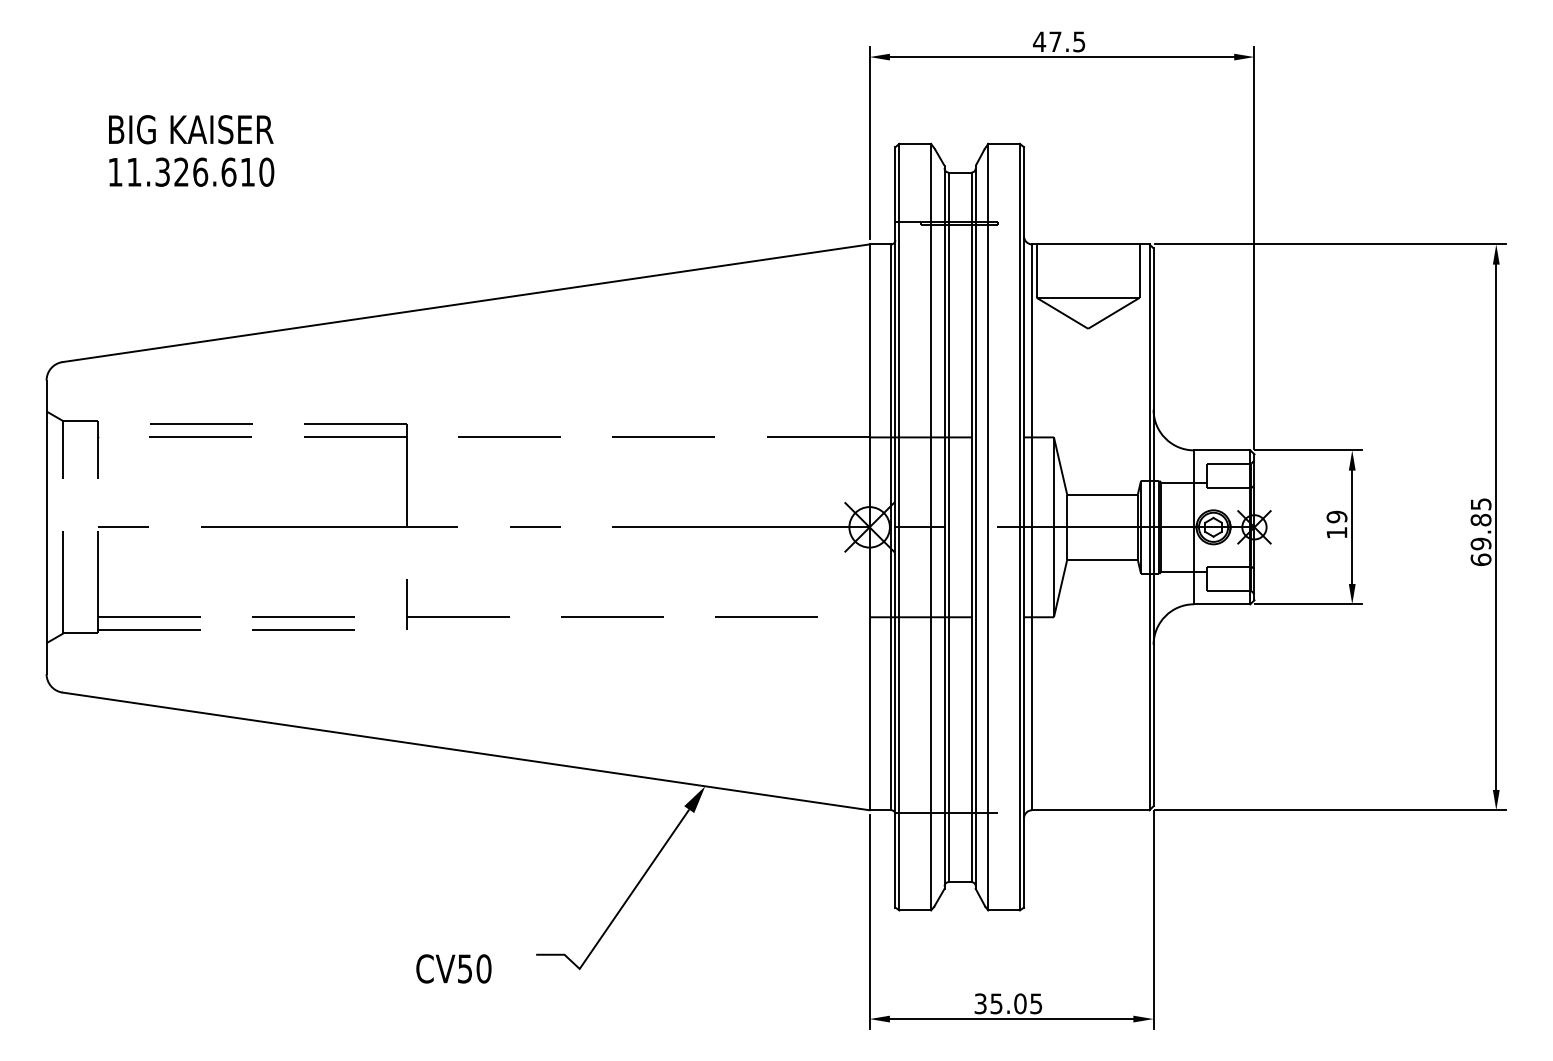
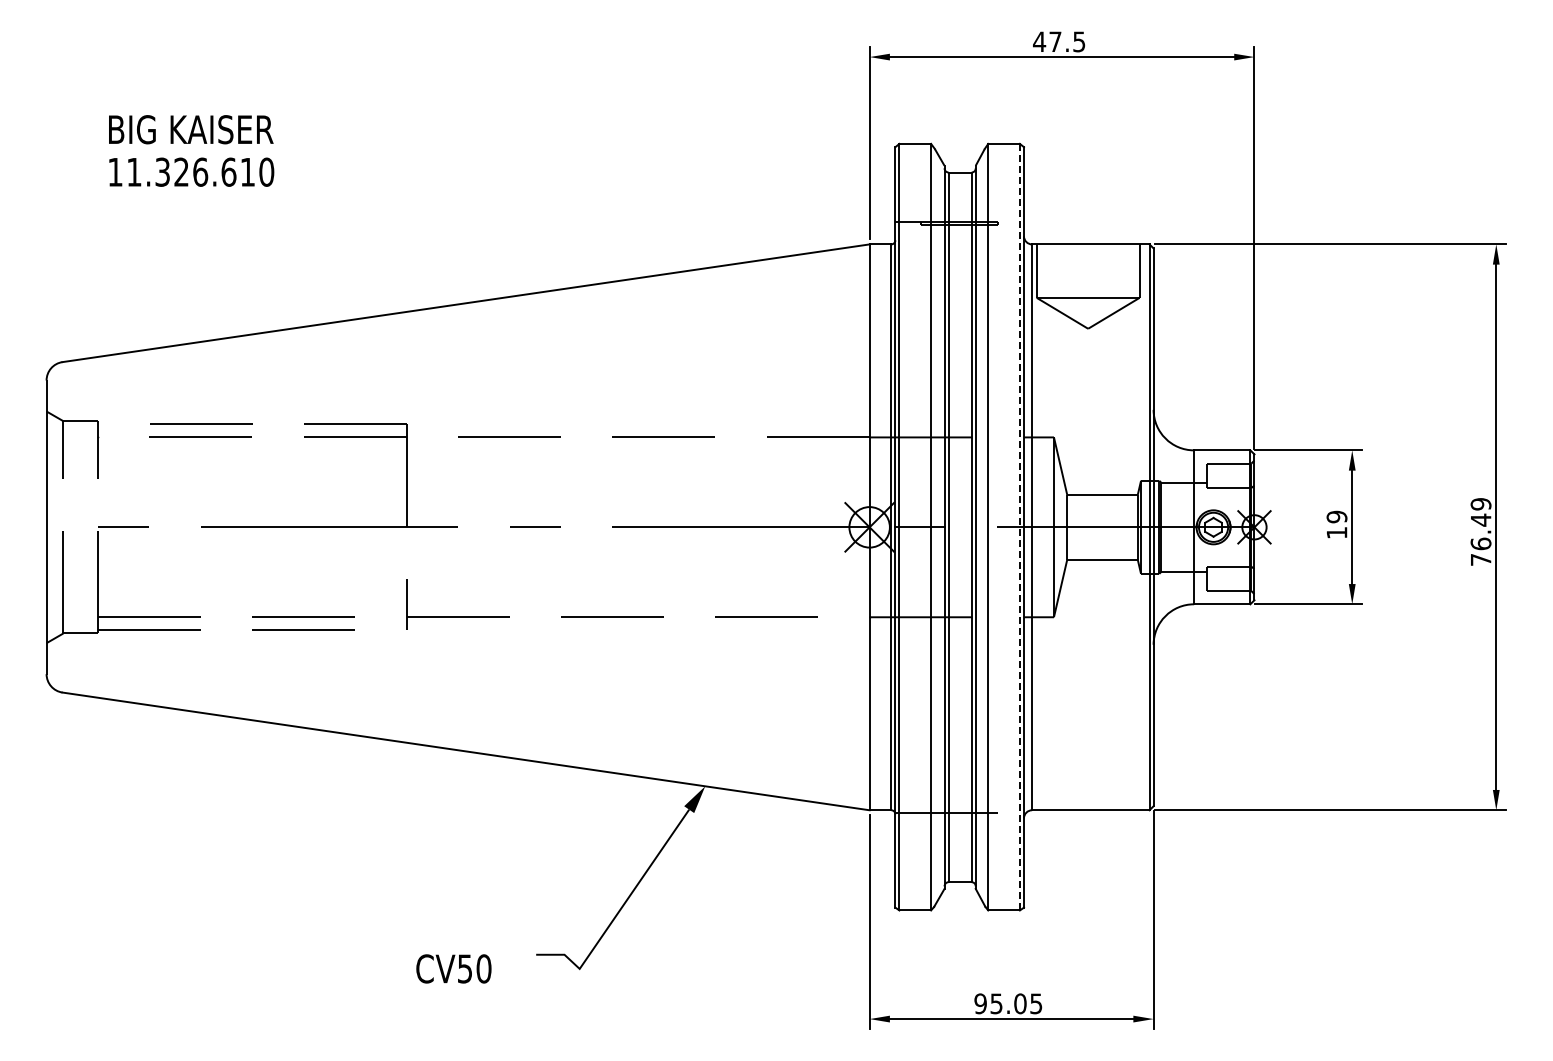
line at (1019, 527): solid -> dashed
text at (1480, 531): 69.85 -> 76.49
text at (980, 1003): 35.05 -> 95.05
